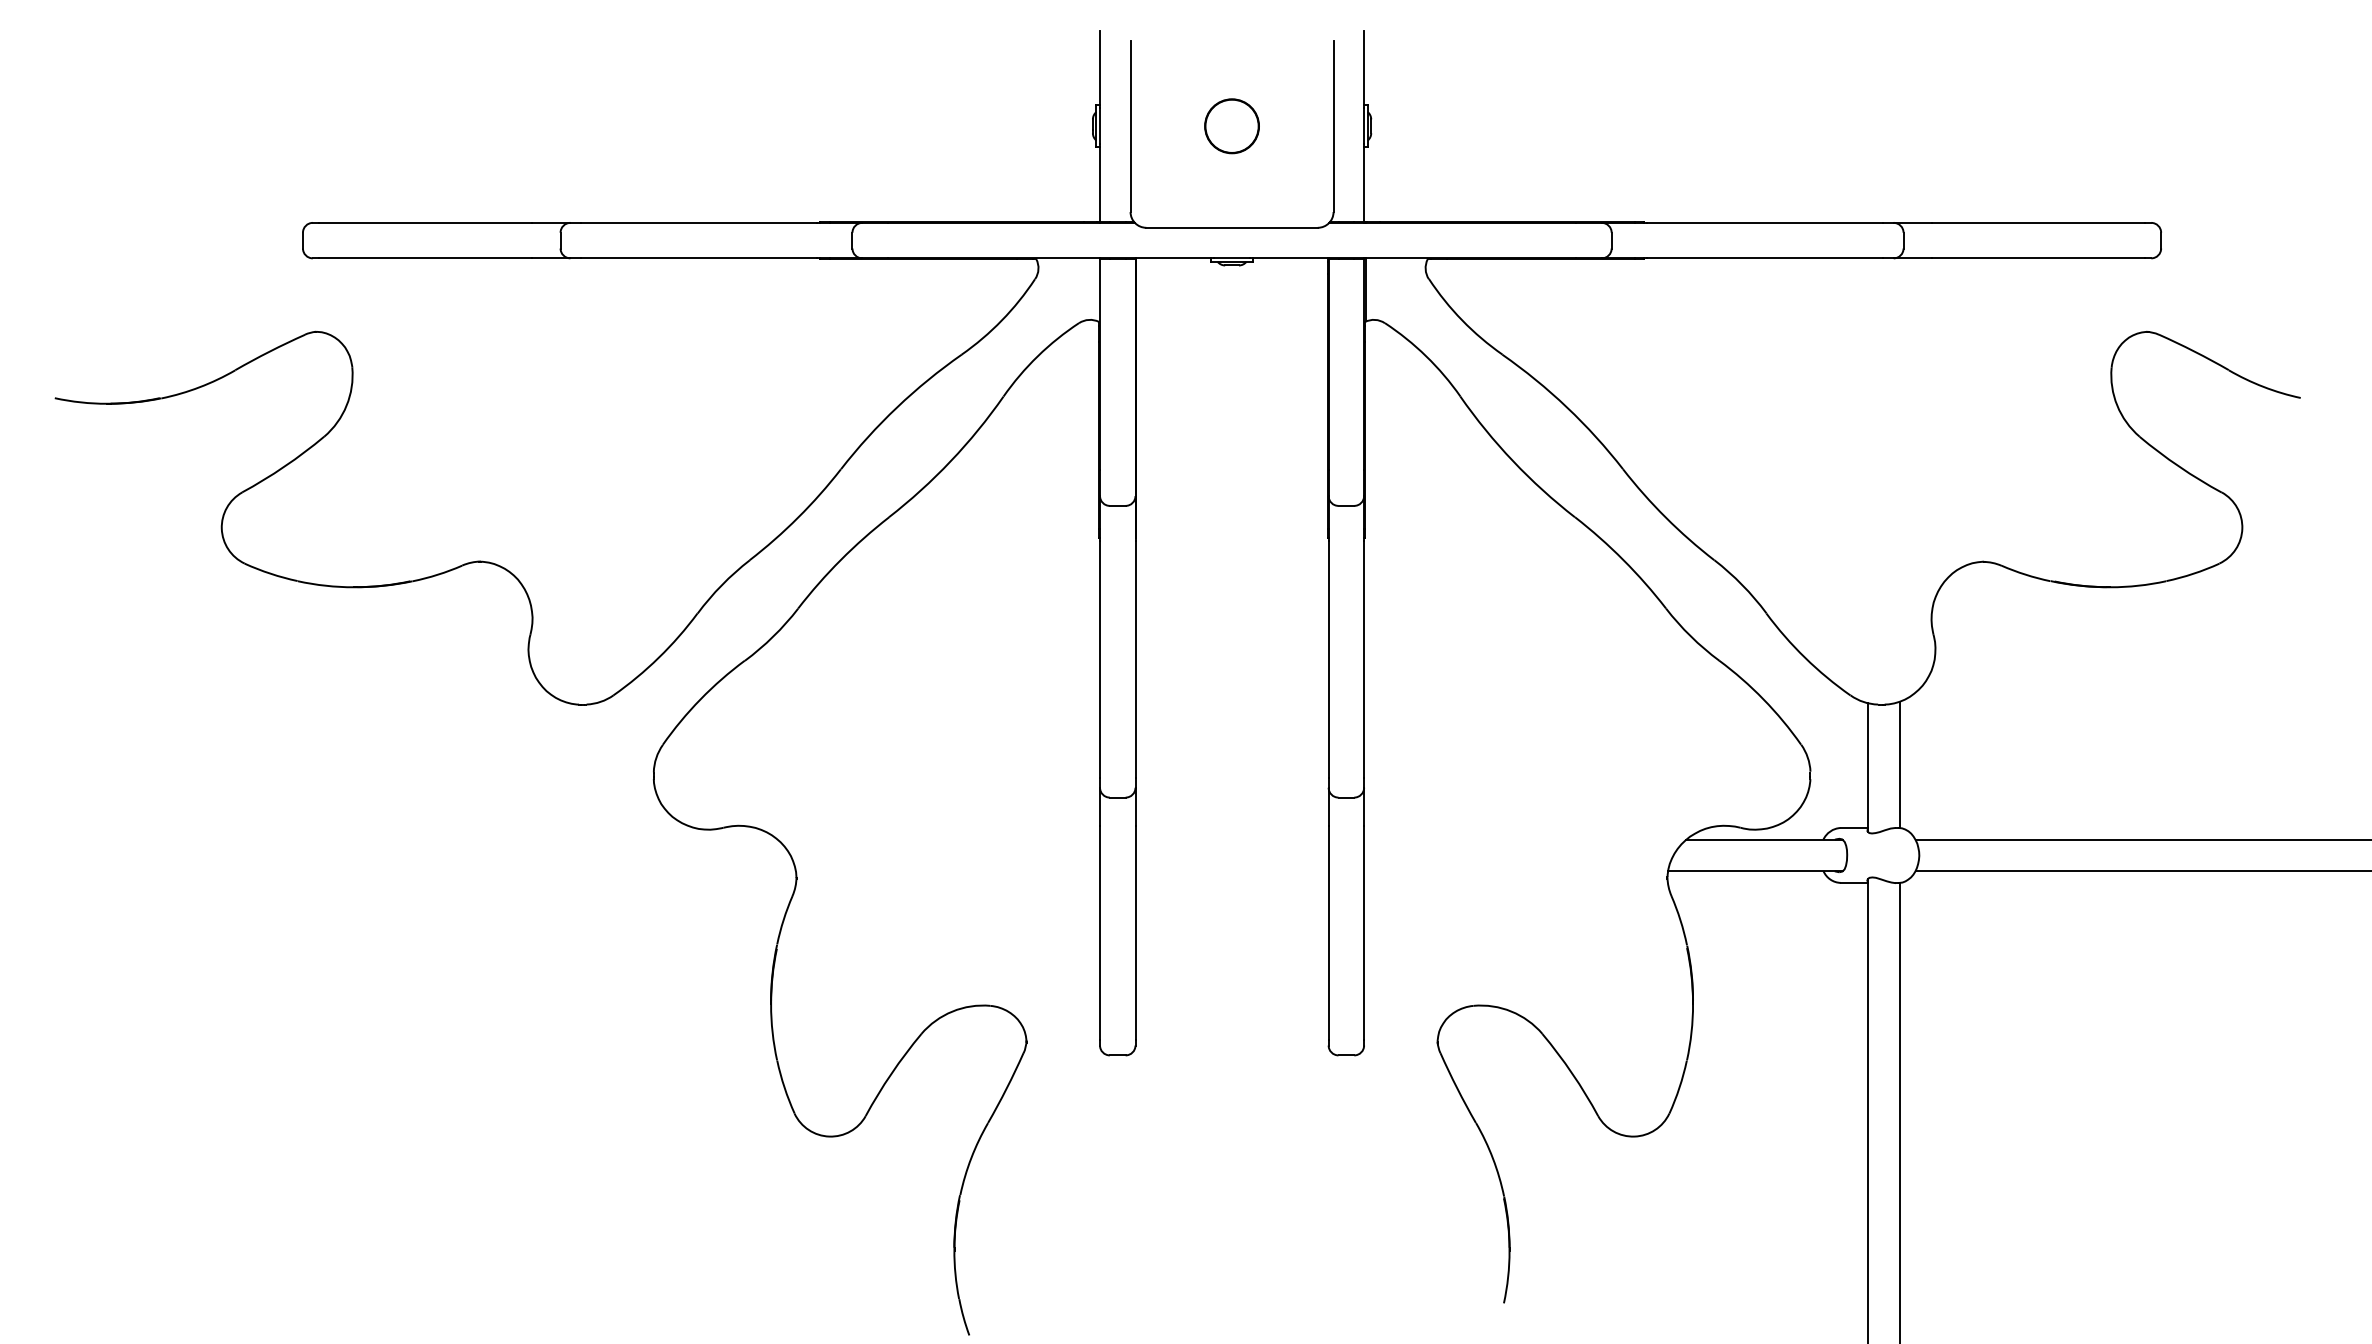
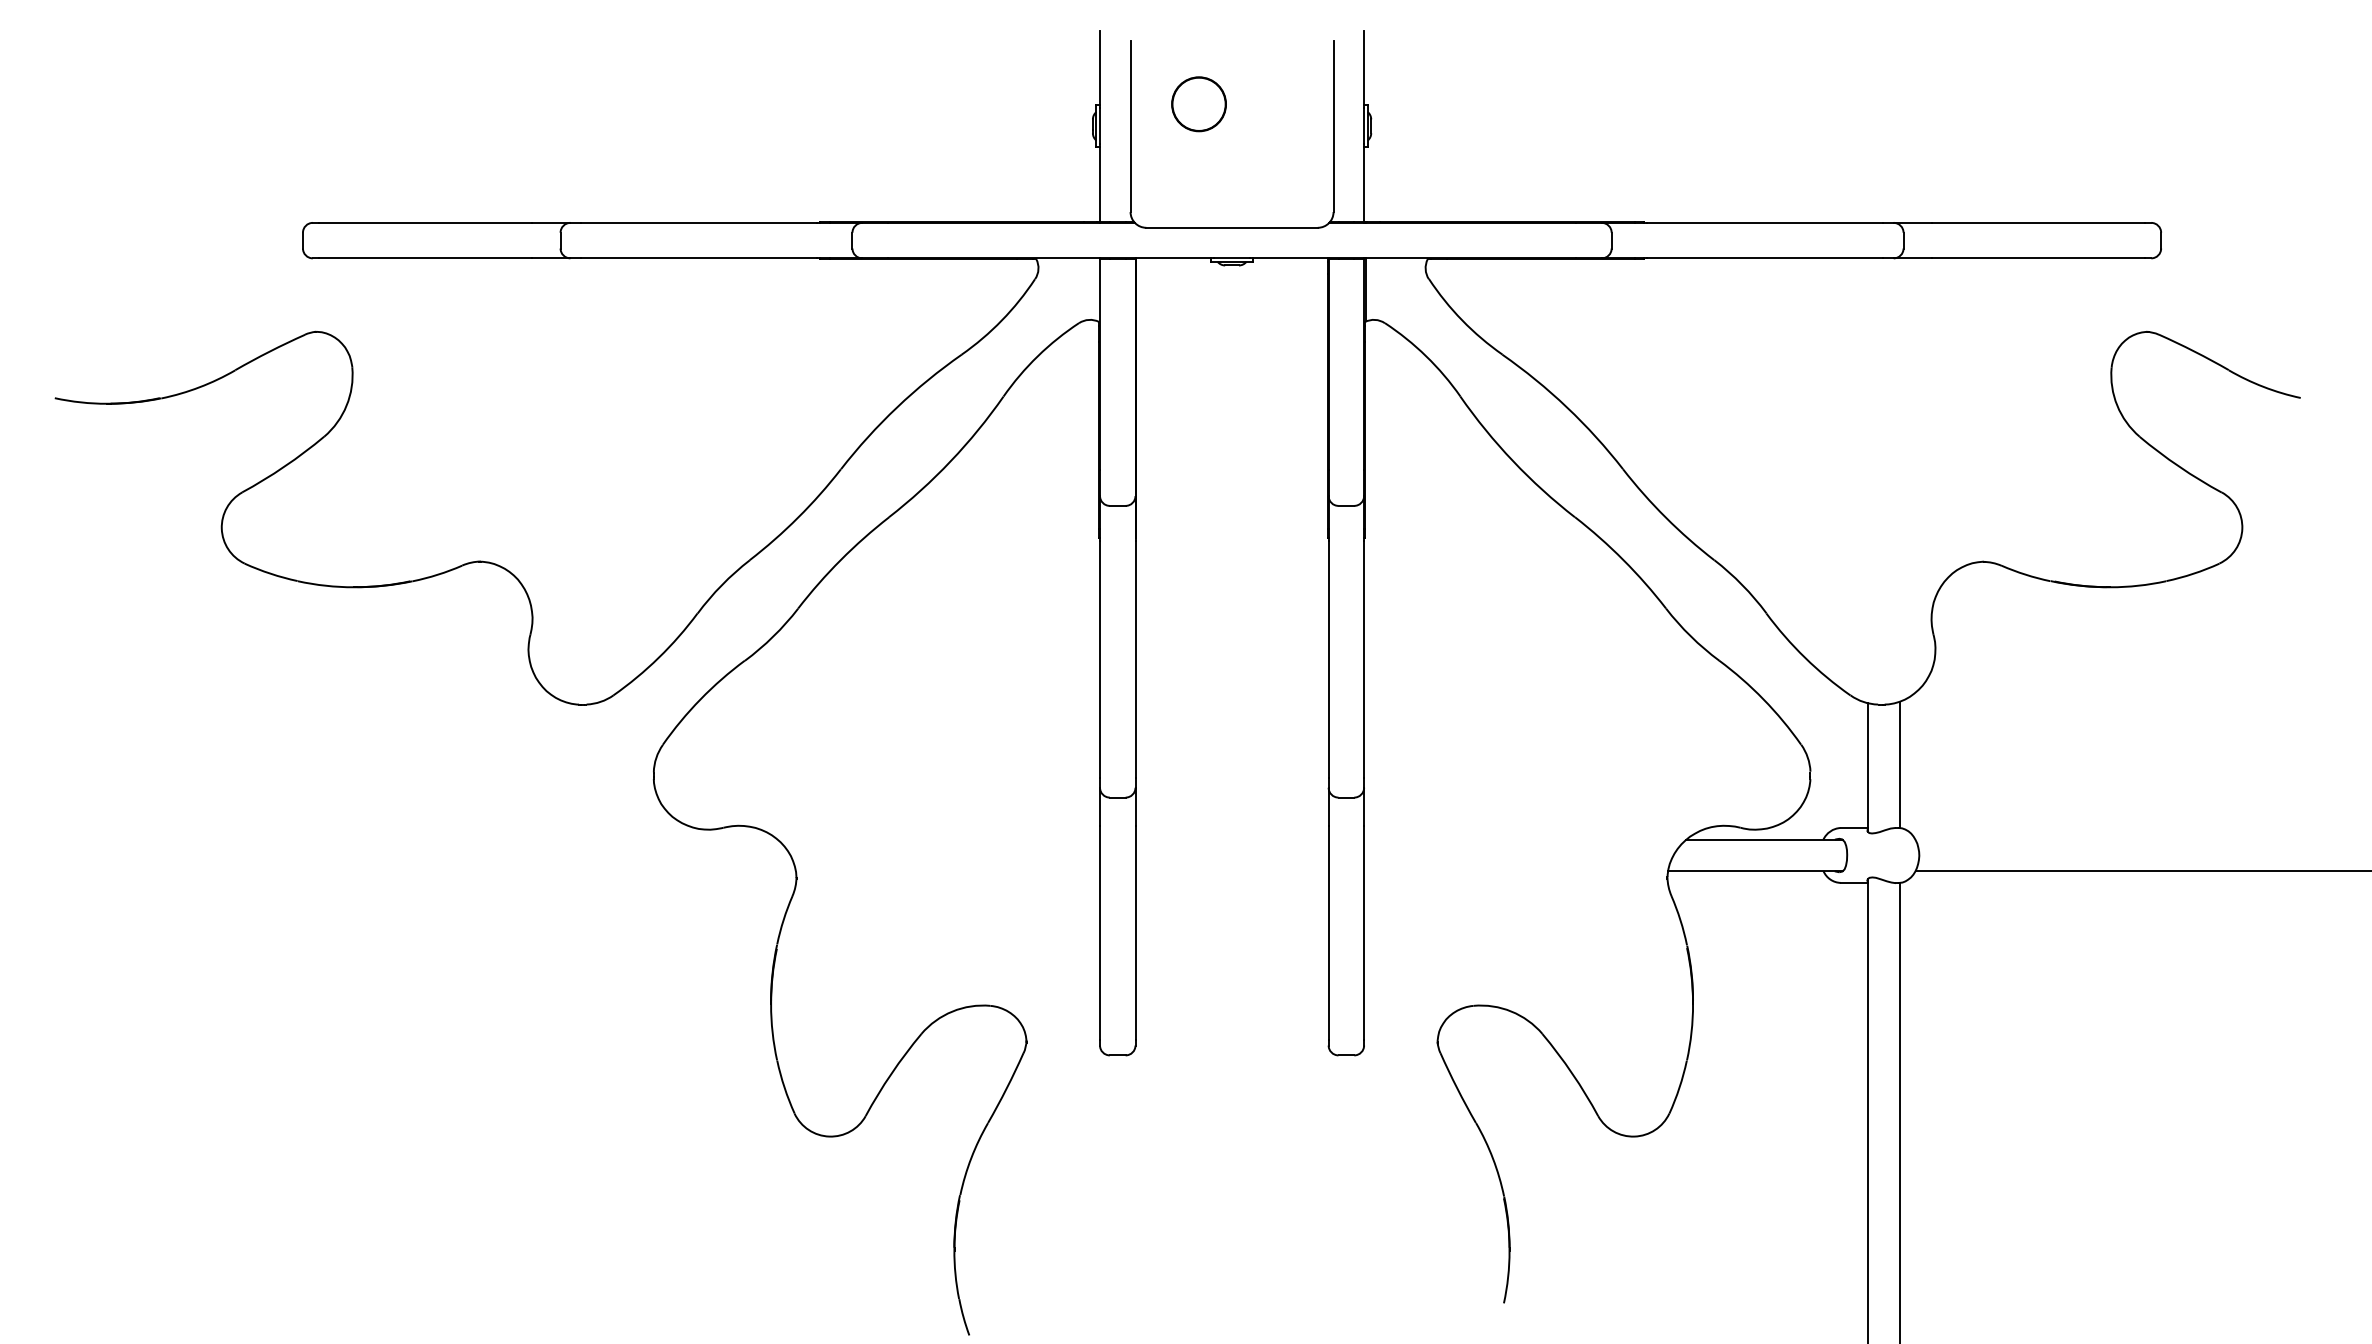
circle at (1231, 126) position: (1231, 126) -> (1198, 104)
line at (2141, 839): present -> none
